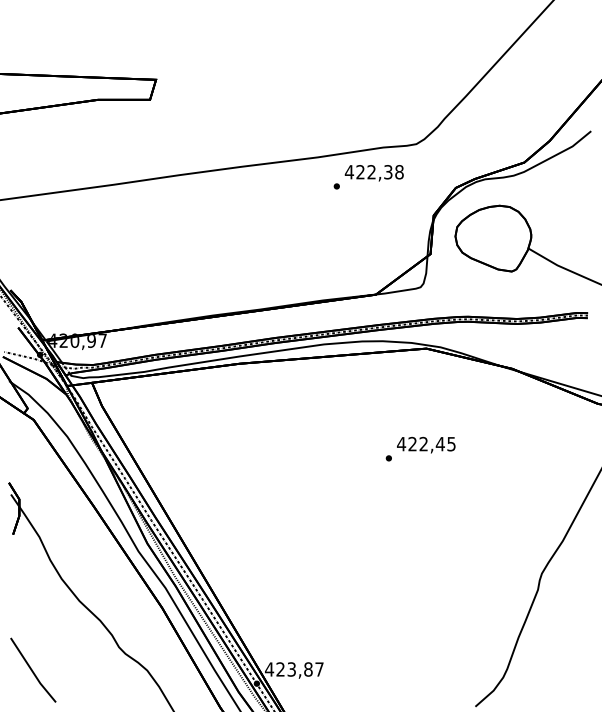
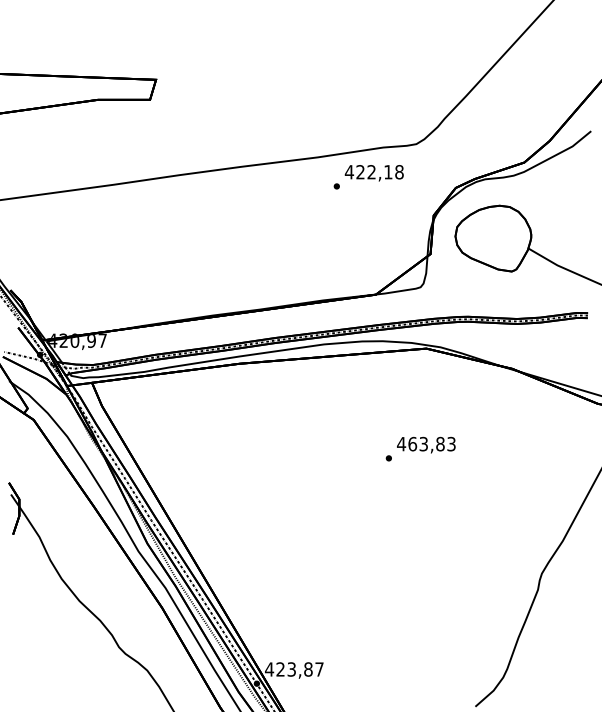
text at (388, 172): 422,38 -> 422,18
text at (431, 443): 422,45 -> 463,83
line at (32, 669): present -> none
